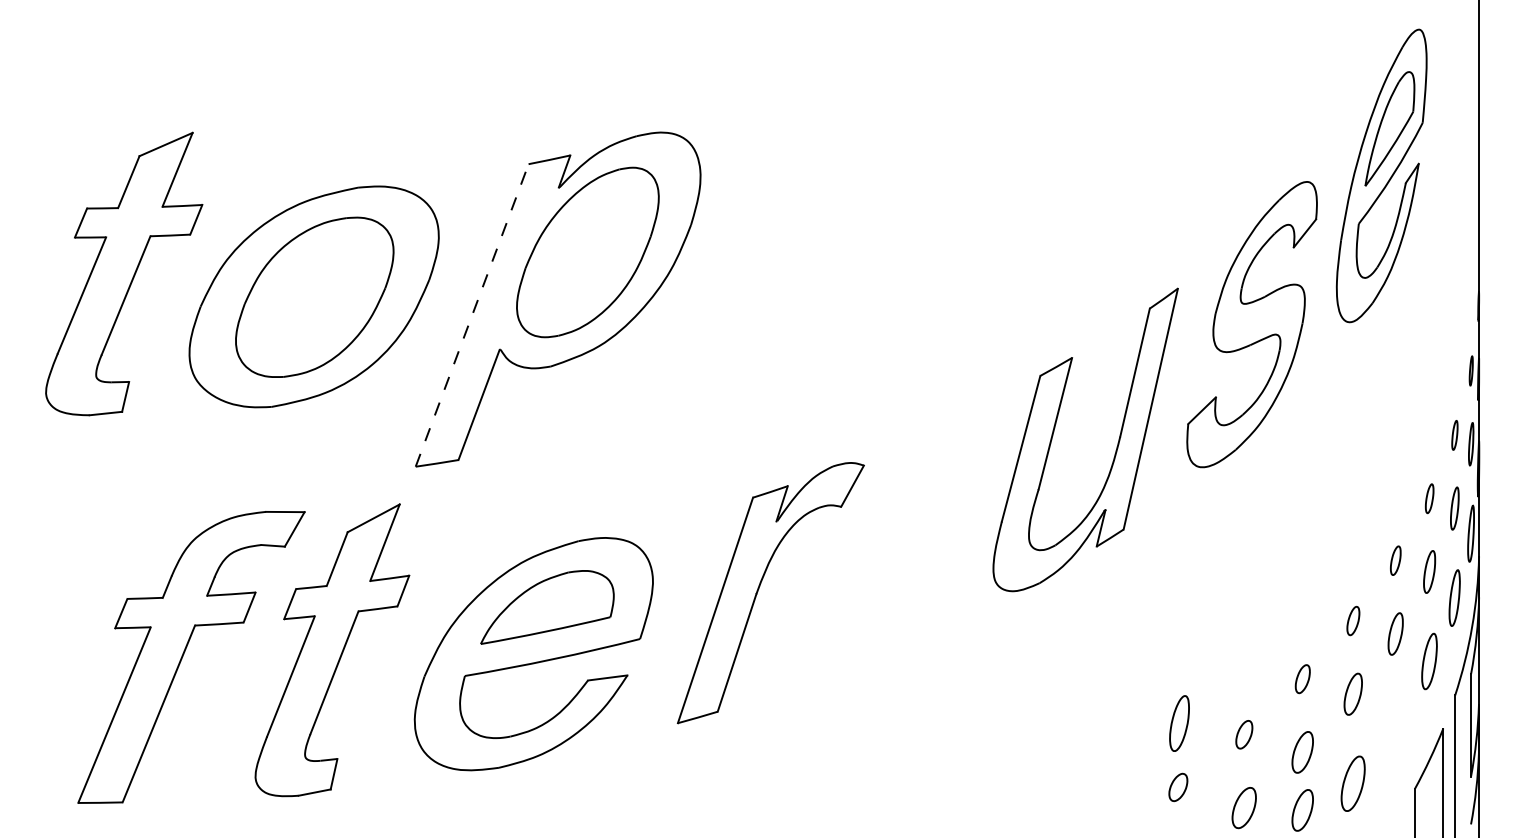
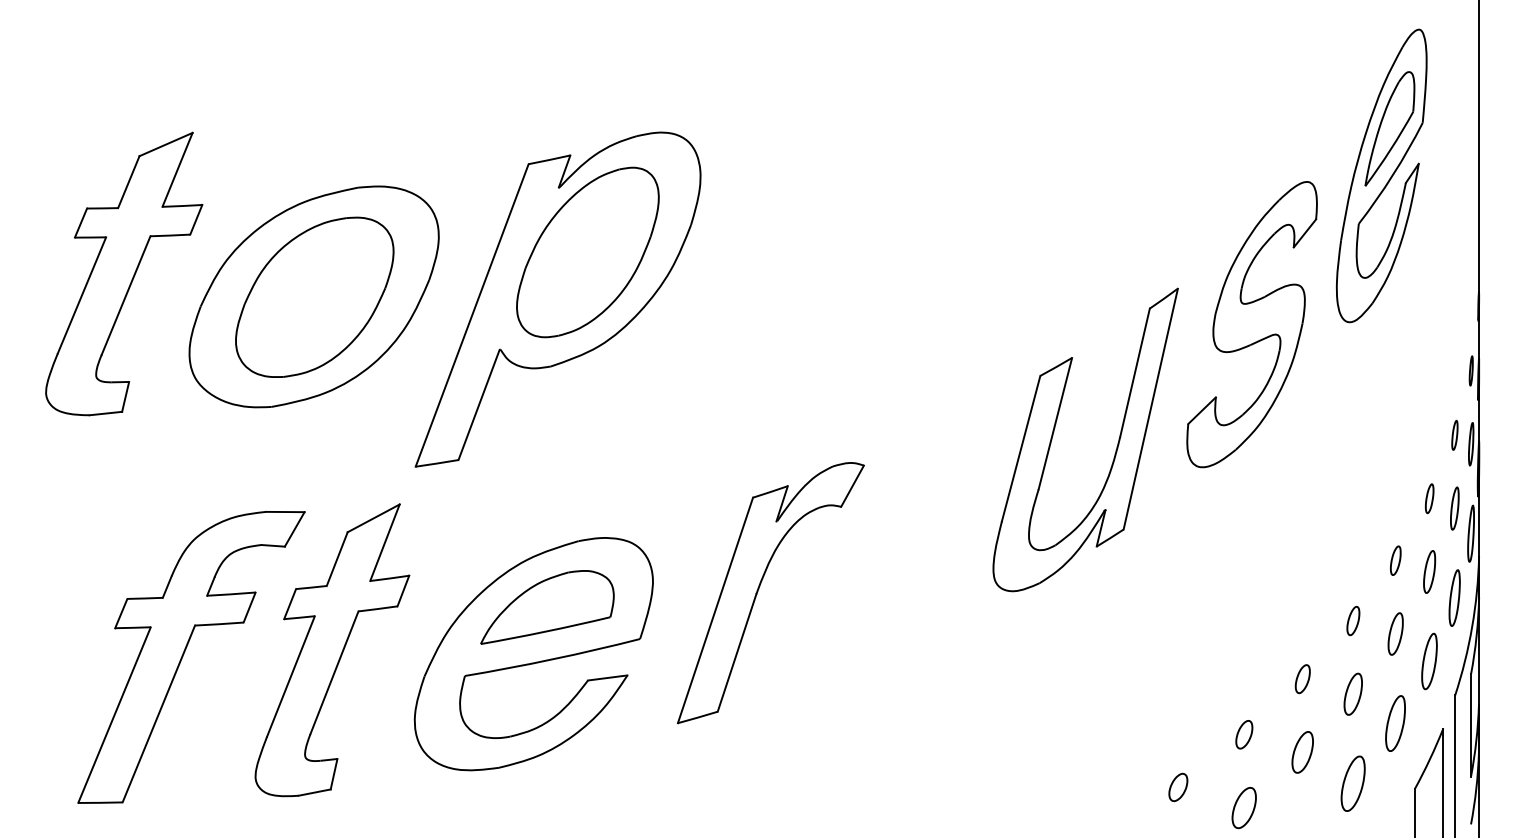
line at (472, 315): dashed -> solid
part at (1179, 723) position: (1179, 723) -> (1395, 723)
part at (1302, 810): present -> none
